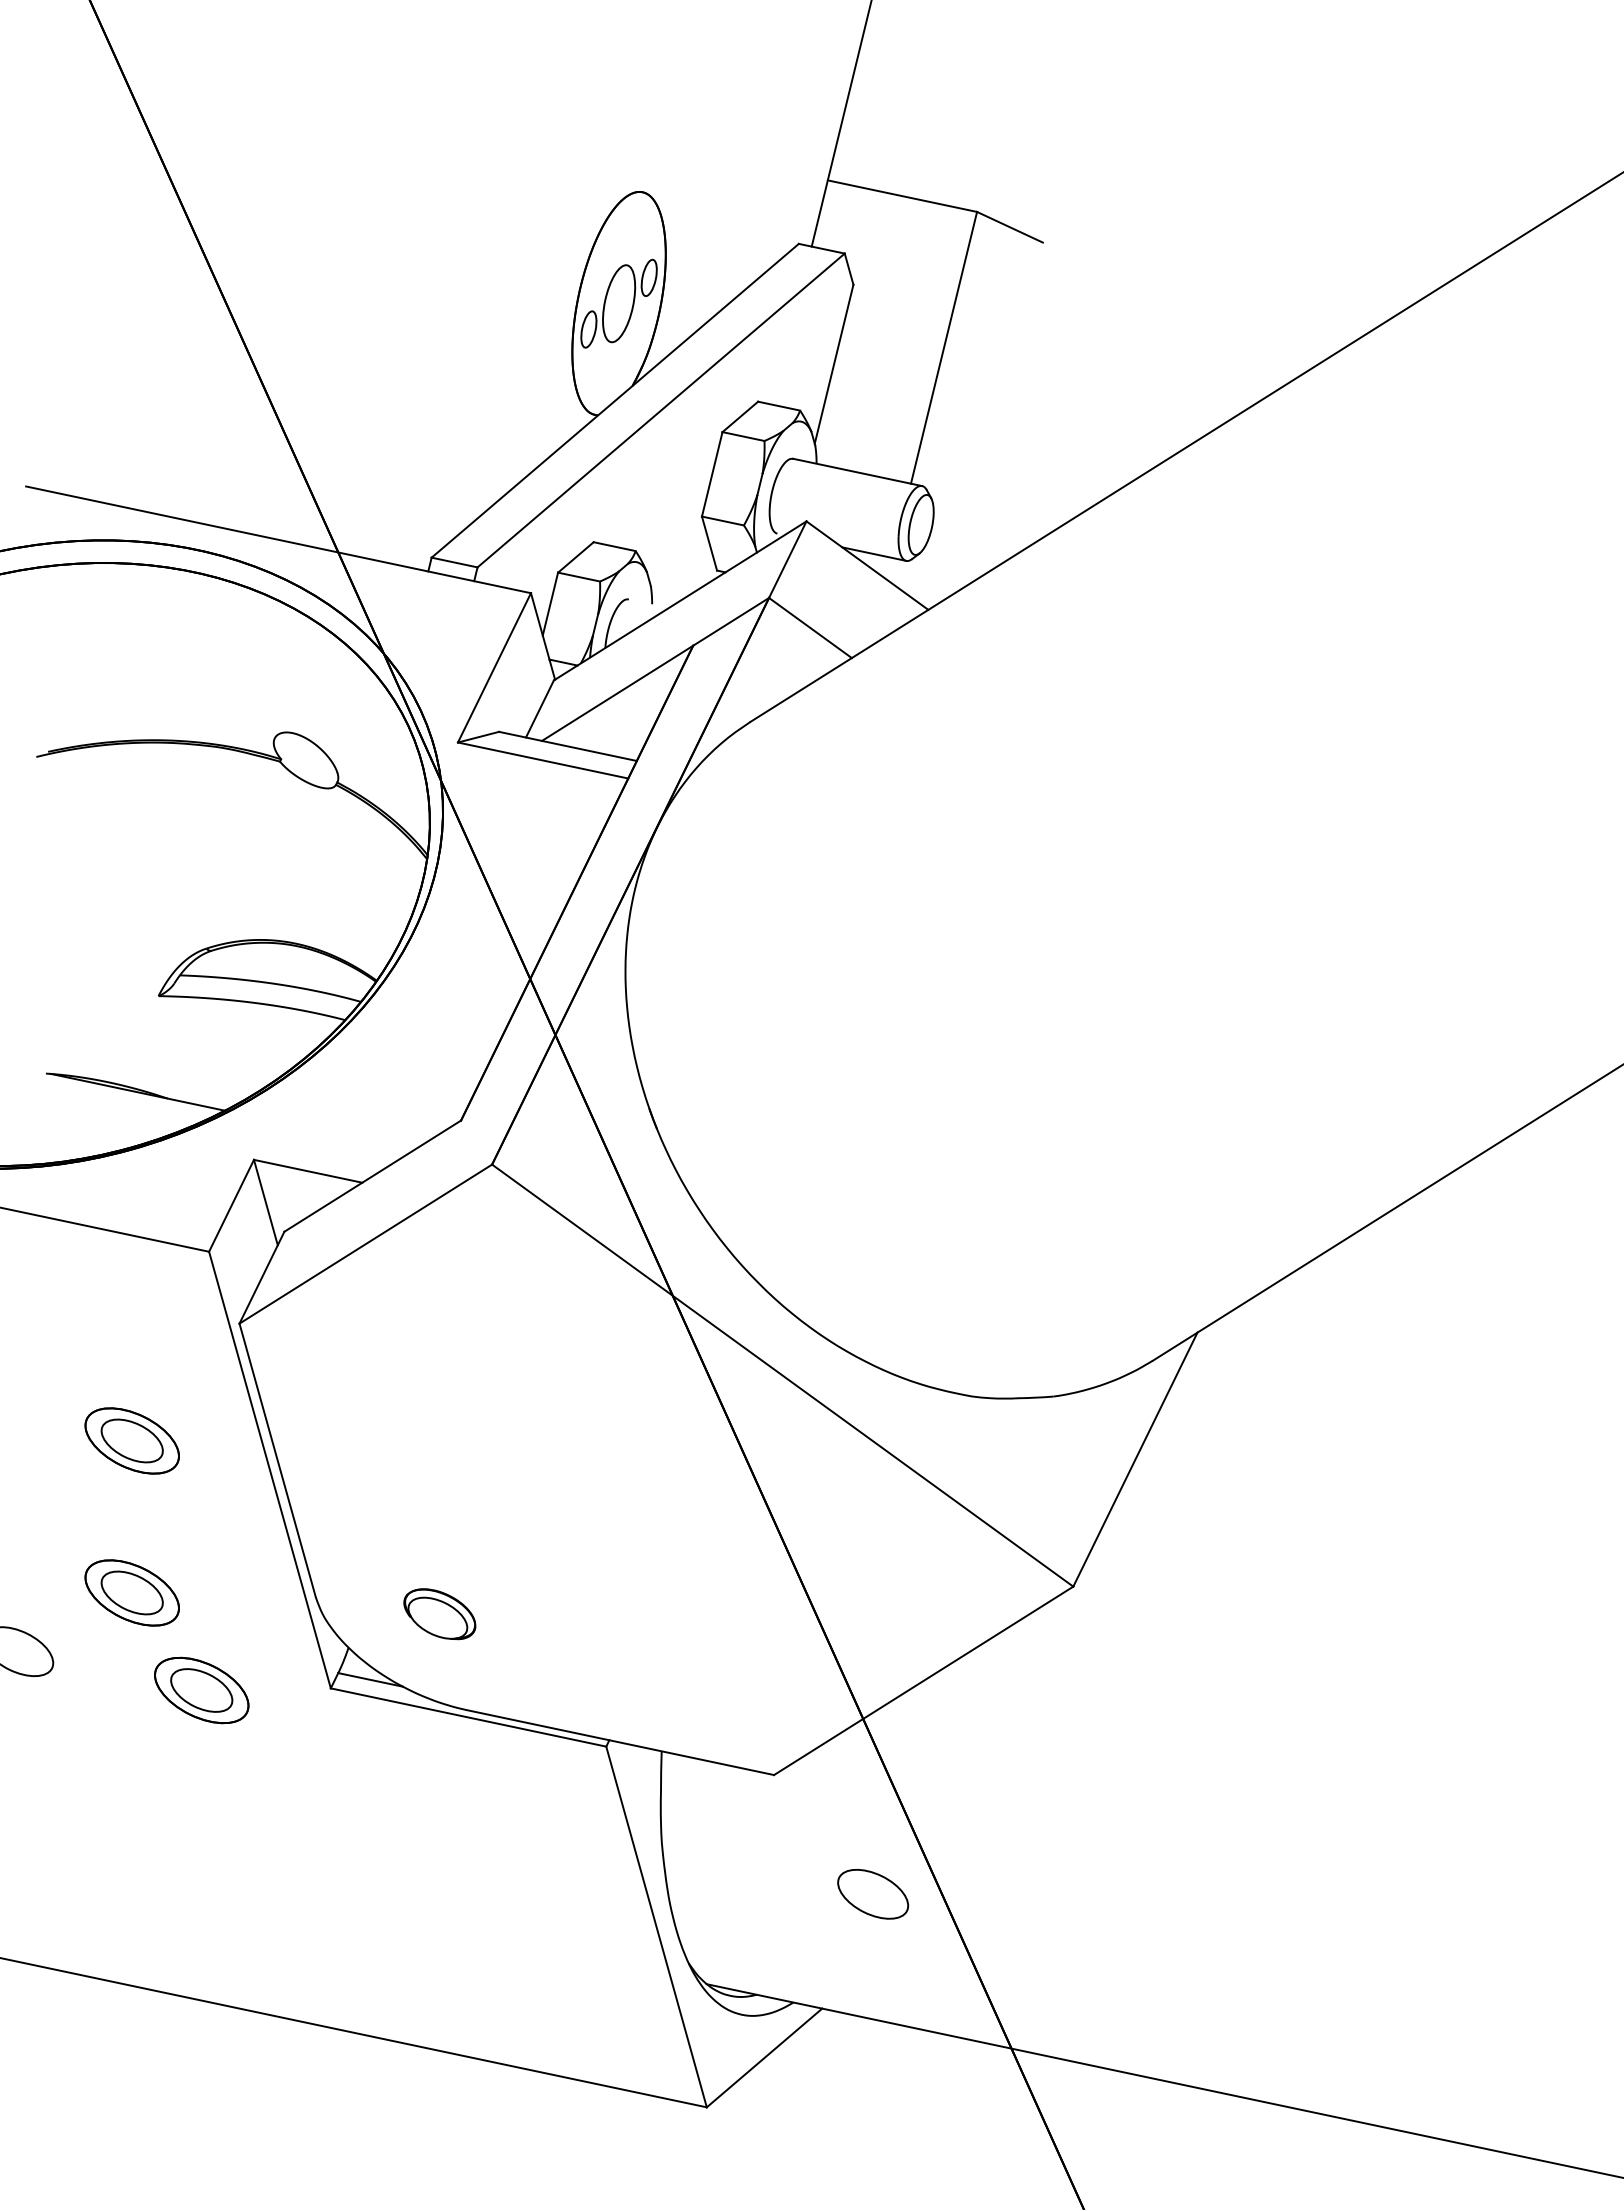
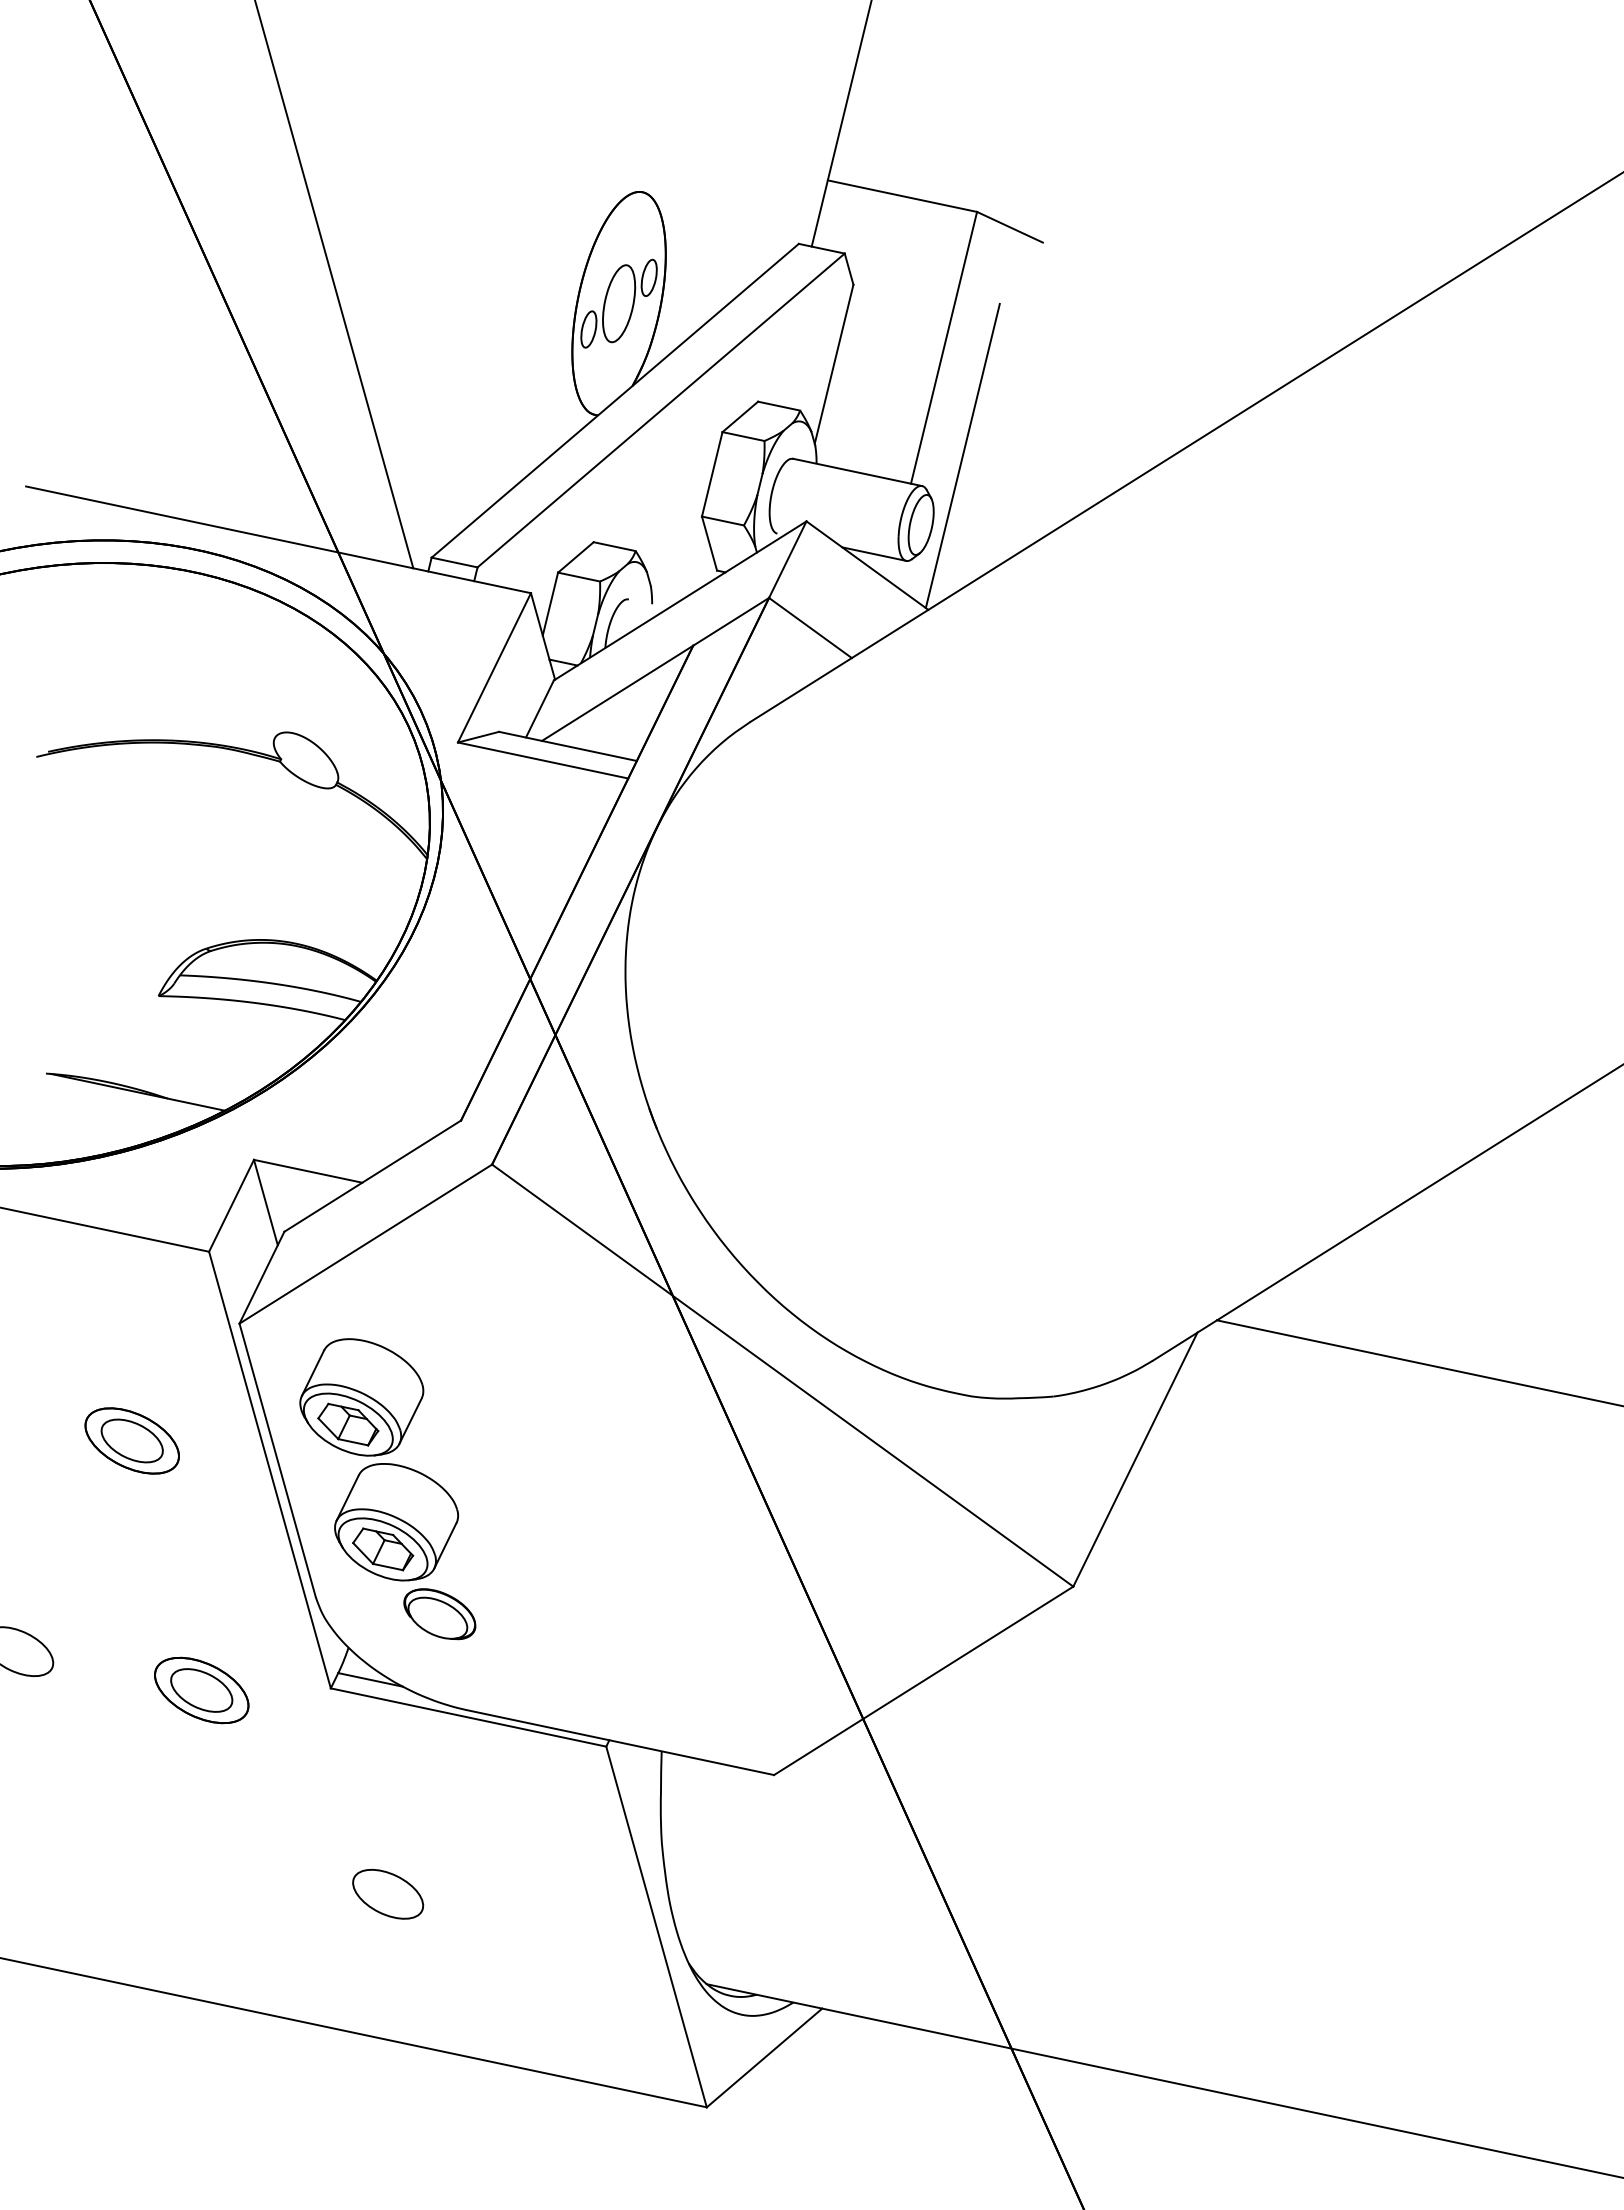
line at (334, 285): none -> present
line at (962, 455): none -> present
line at (1418, 1362): none -> present
part at (378, 1459): none -> present
part at (131, 1592): present -> none
part at (873, 1893) position: (873, 1893) -> (388, 1893)
